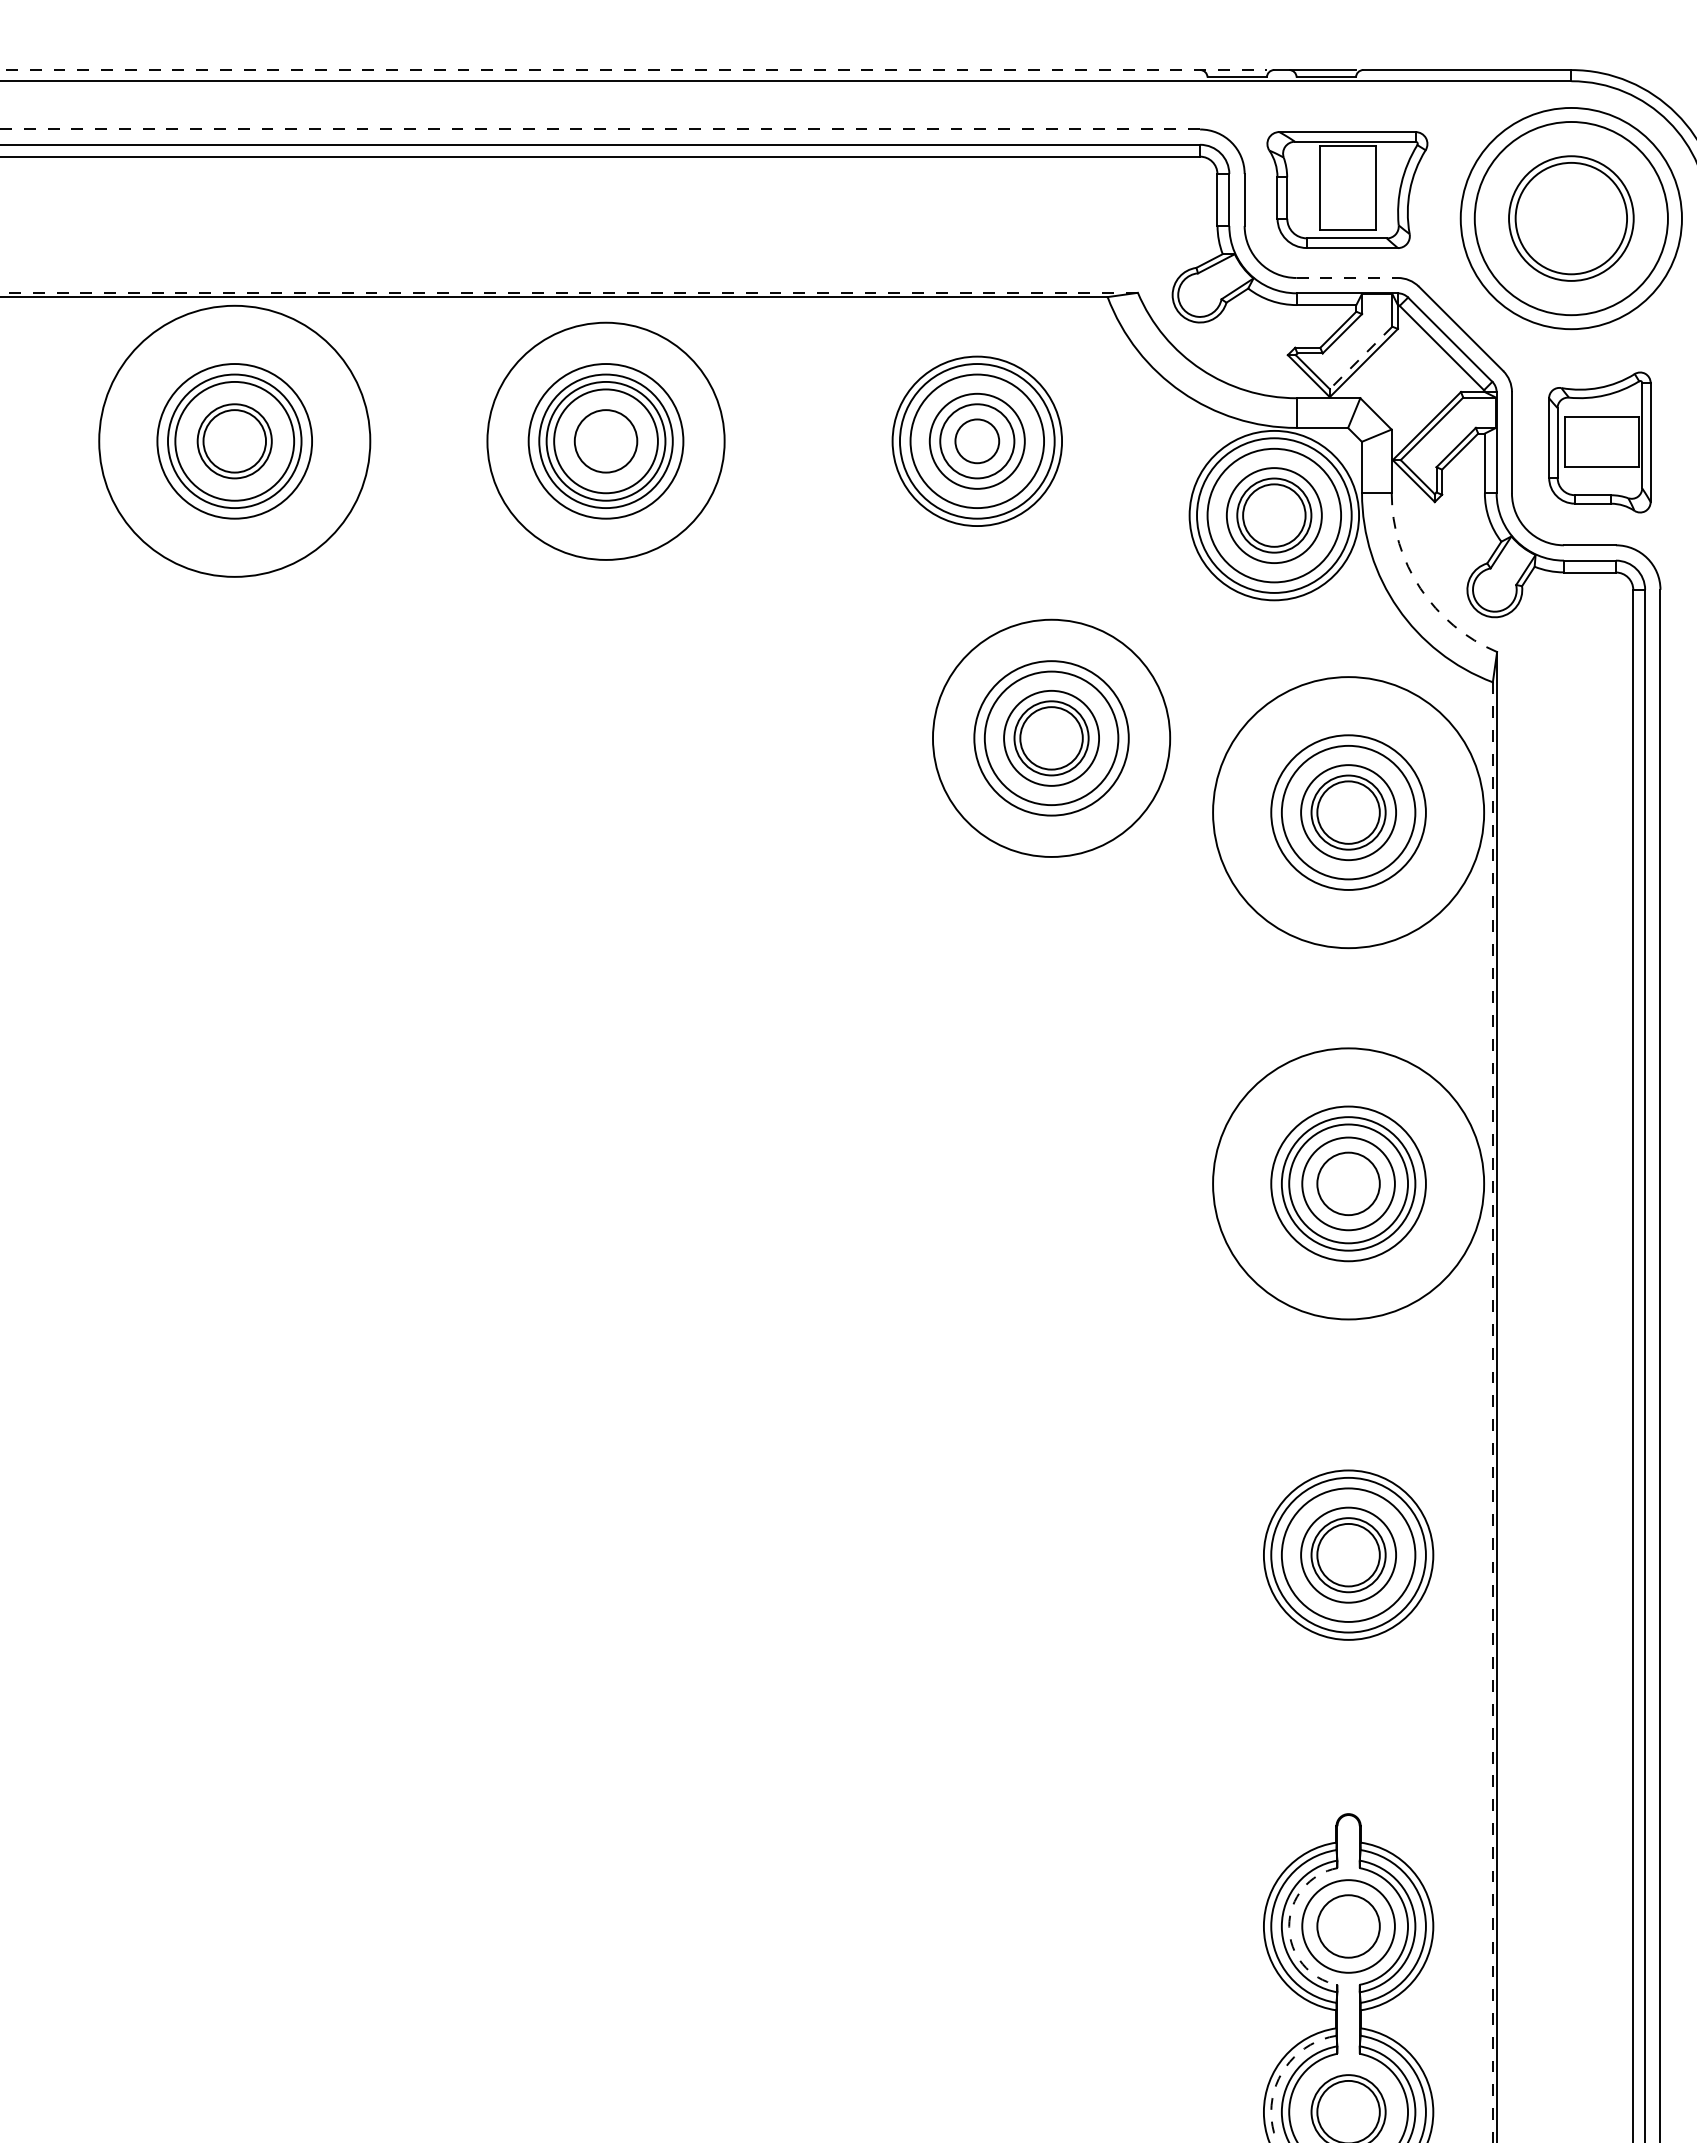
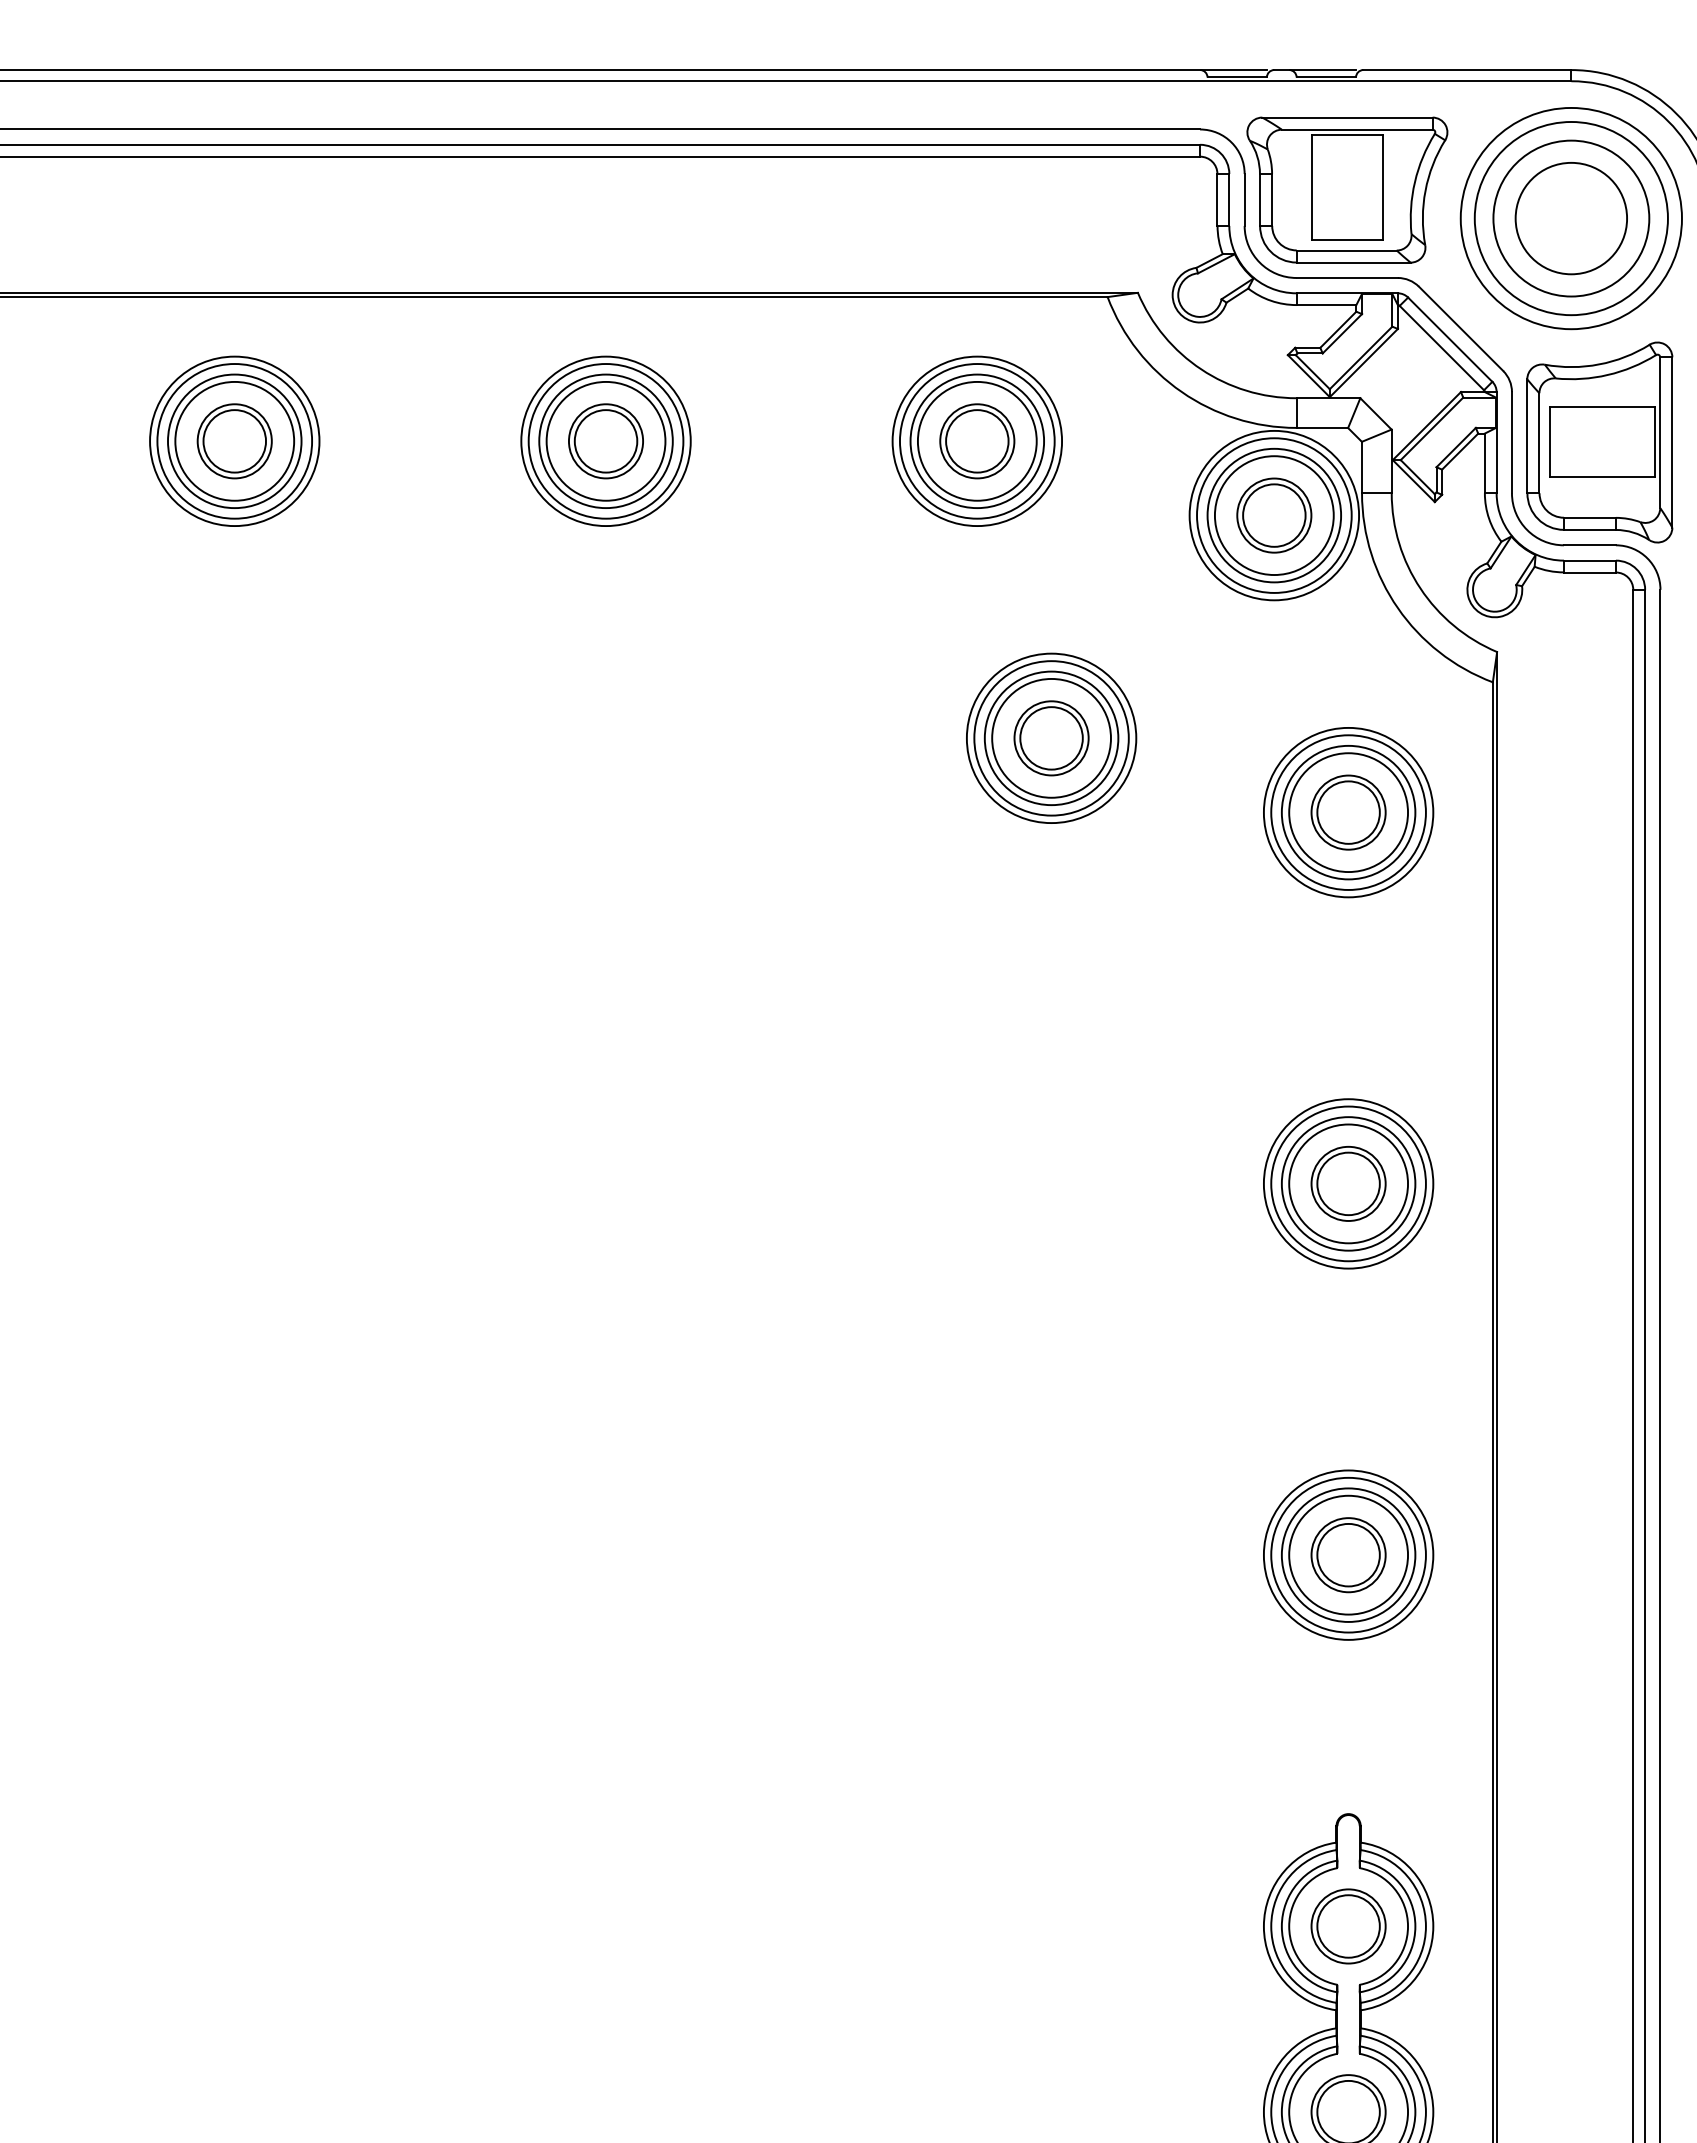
line at (634, 70): dashed -> solid
line at (600, 129): dashed -> solid
part at (1347, 189) size: 163x118 px -> 203x148 px
circle at (1571, 218) diameter: 125 px -> 156 px
line at (1347, 277): dashed -> solid
line at (568, 292): dashed -> solid
line at (1360, 358): dashed -> solid
circle at (234, 440) diameter: 271 px -> 169 px
circle at (605, 440) diameter: 237 px -> 169 px
circle at (976, 440) diameter: 95 px -> 119 px
circle at (605, 441) diameter: 104 px -> 74 px
circle at (977, 441) diameter: 44 px -> 62 px
part at (1599, 442) size: 104x143 px -> 148x203 px
circle at (1273, 515) diameter: 95 px -> 119 px
arc at (1420, 588): dashed -> solid
circle at (1051, 737) diameter: 237 px -> 169 px
circle at (1051, 737) diameter: 95 px -> 119 px
circle at (1348, 812) diameter: 271 px -> 169 px
circle at (1348, 812) diameter: 95 px -> 119 px
circle at (1348, 1183) diameter: 271 px -> 169 px
circle at (1348, 1183) diameter: 93 px -> 74 px
line at (1492, 1412): dashed -> solid
circle at (1348, 1554) diameter: 95 px -> 119 px
arc at (1289, 1926): dashed -> solid
circle at (1348, 1926) diameter: 93 px -> 74 px
arc at (1280, 2075): dashed -> solid
